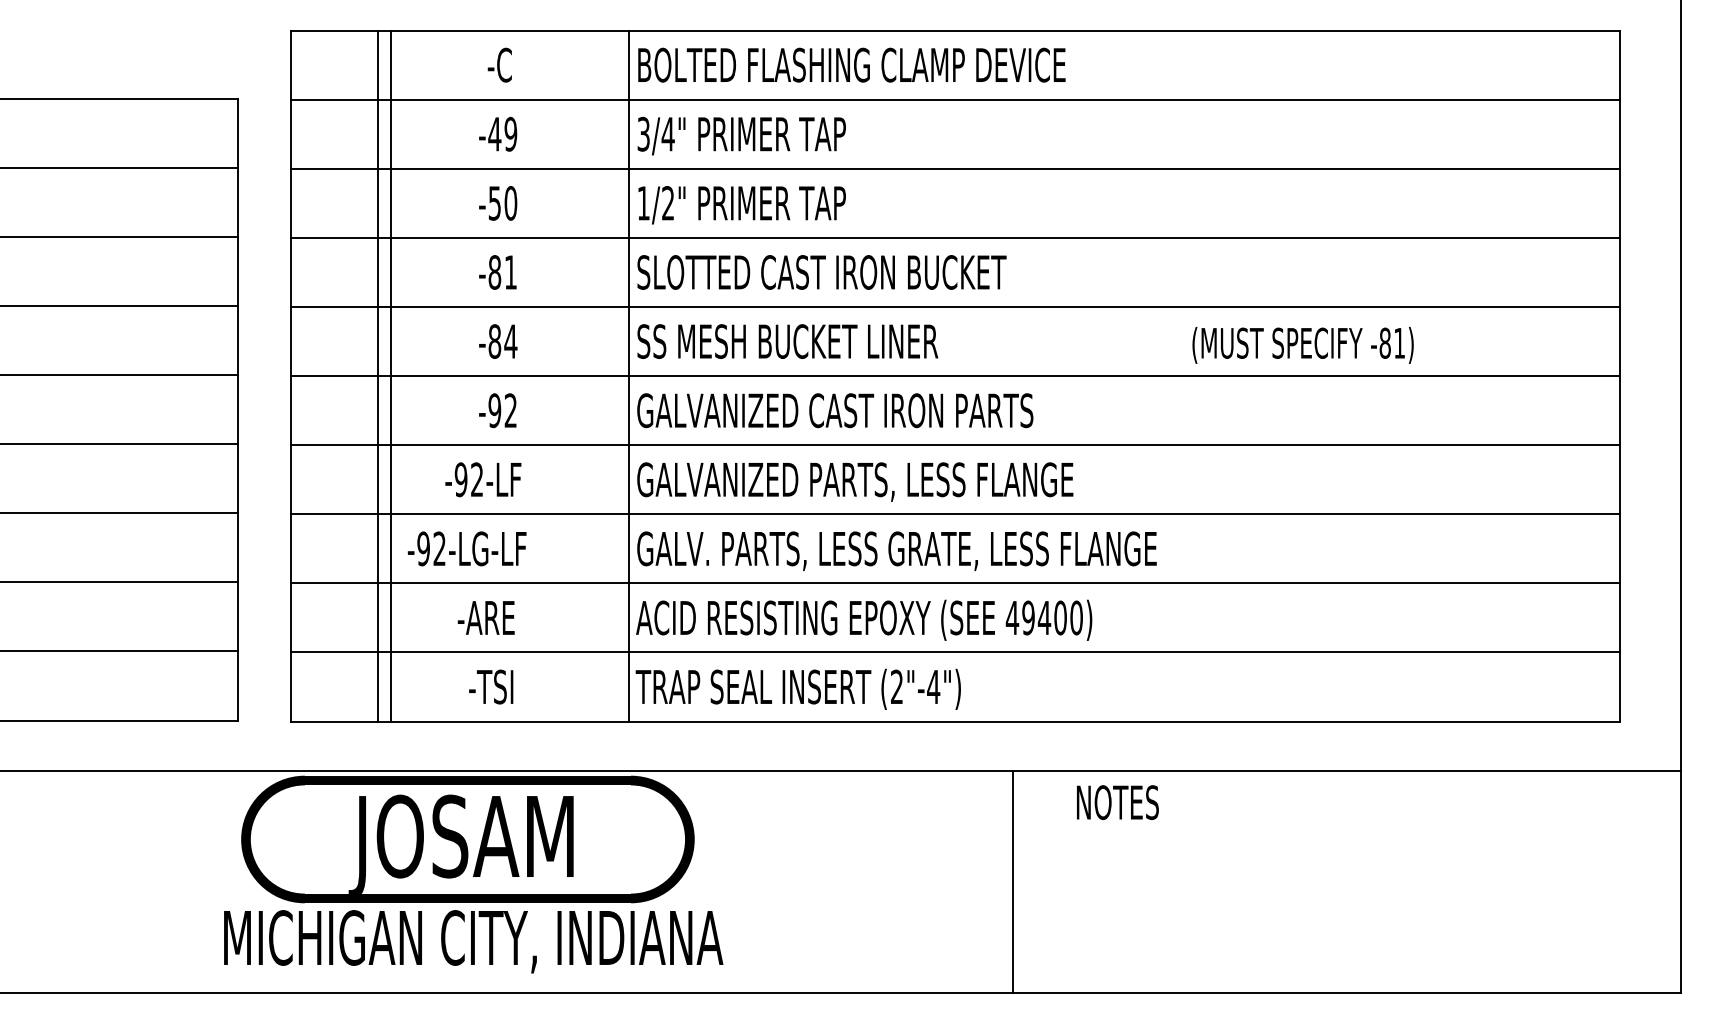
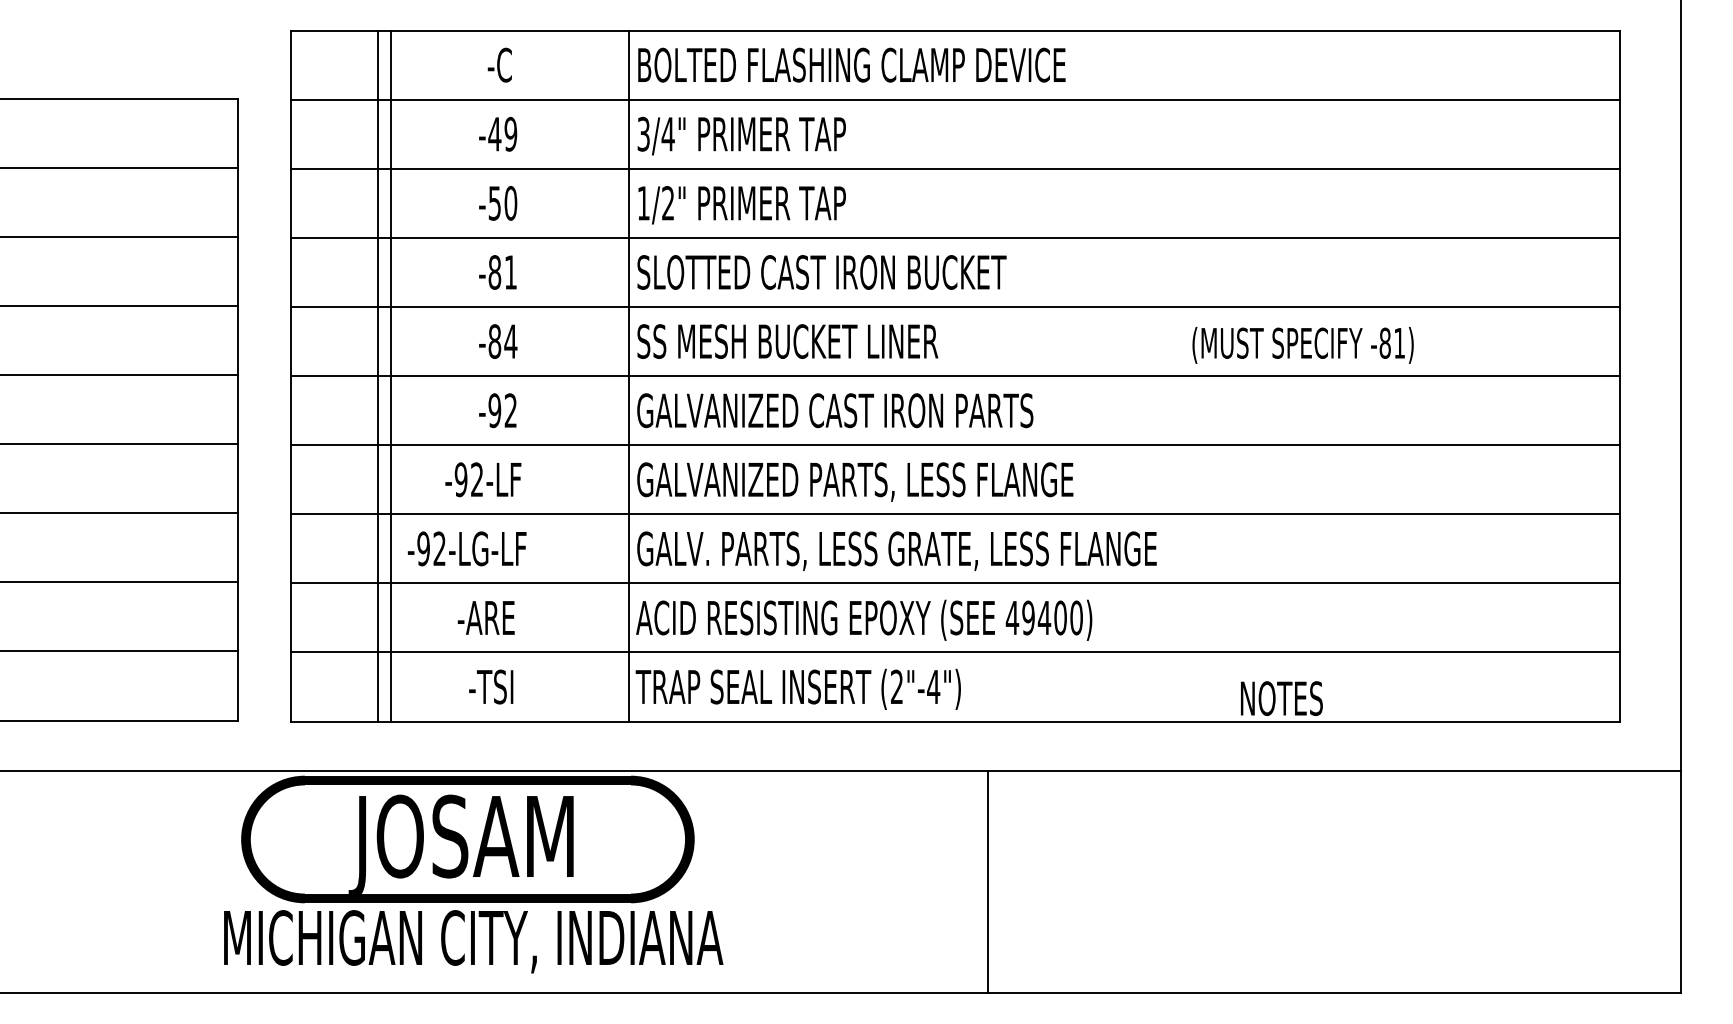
text at (1117, 802) position: (1117, 802) -> (1281, 698)
line at (1013, 881) position: (1013, 881) -> (988, 881)
